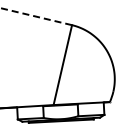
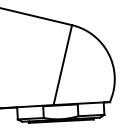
line at (36, 16): dashed -> solid
